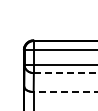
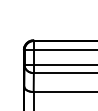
line at (65, 73): dashed -> solid
line at (65, 92): dashed -> solid
